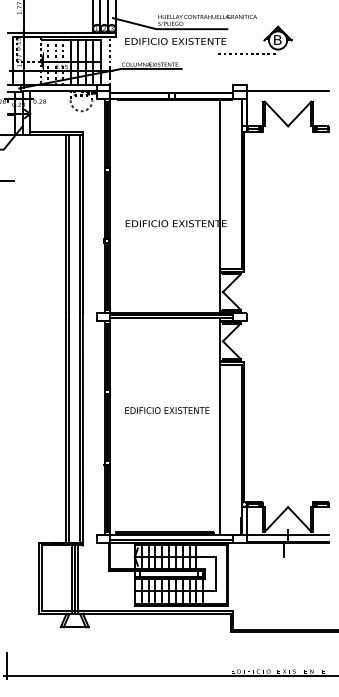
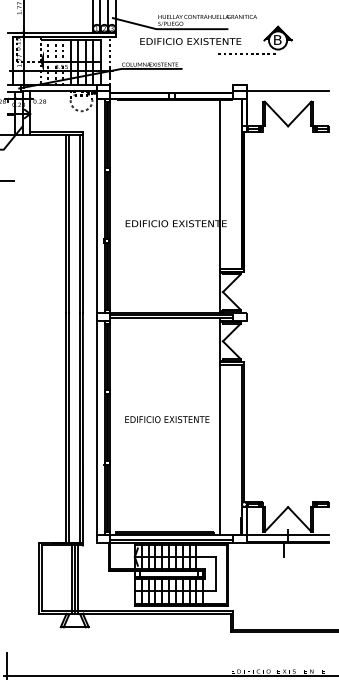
text at (175, 41) position: (175, 41) -> (190, 41)
line at (96, 316): none -> present
text at (167, 410) position: (167, 410) -> (167, 419)
